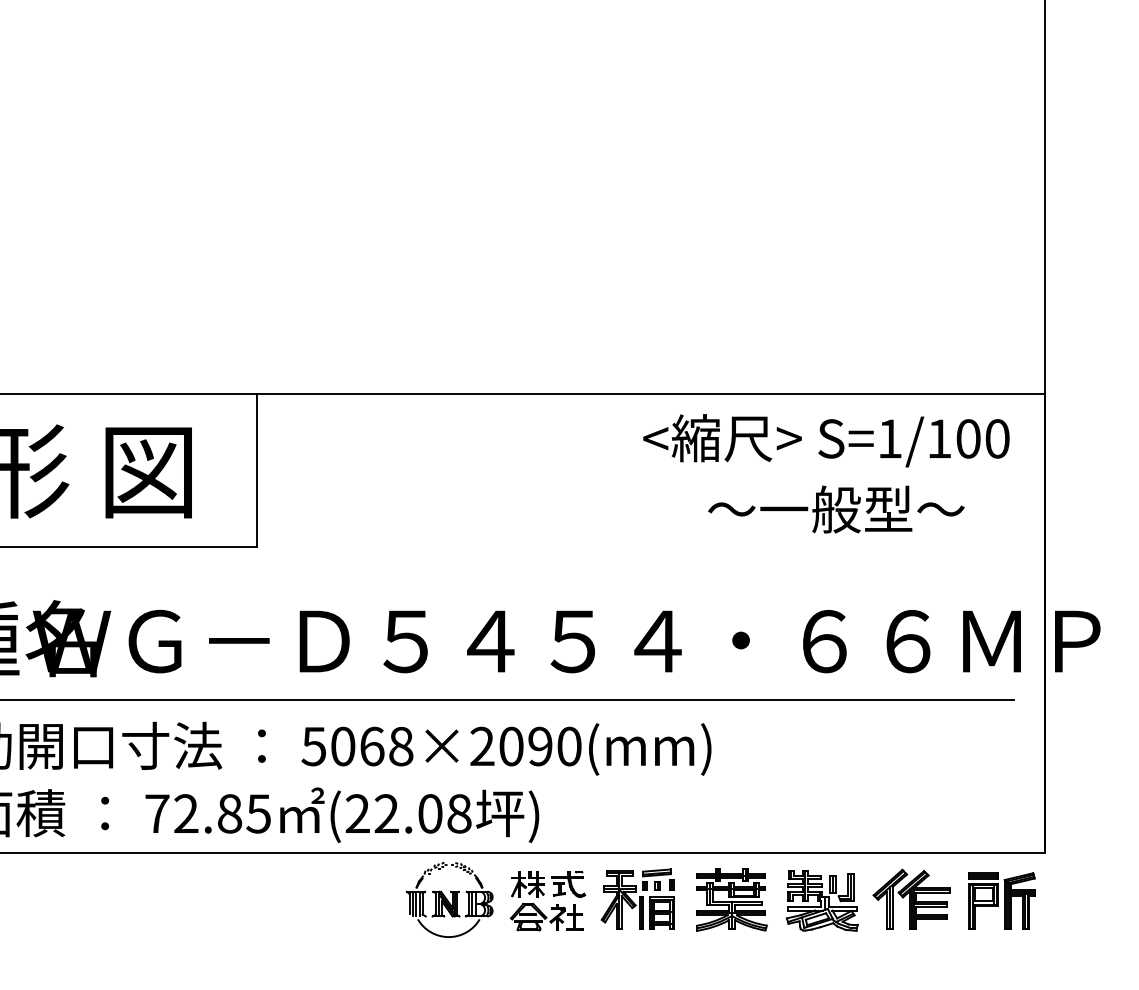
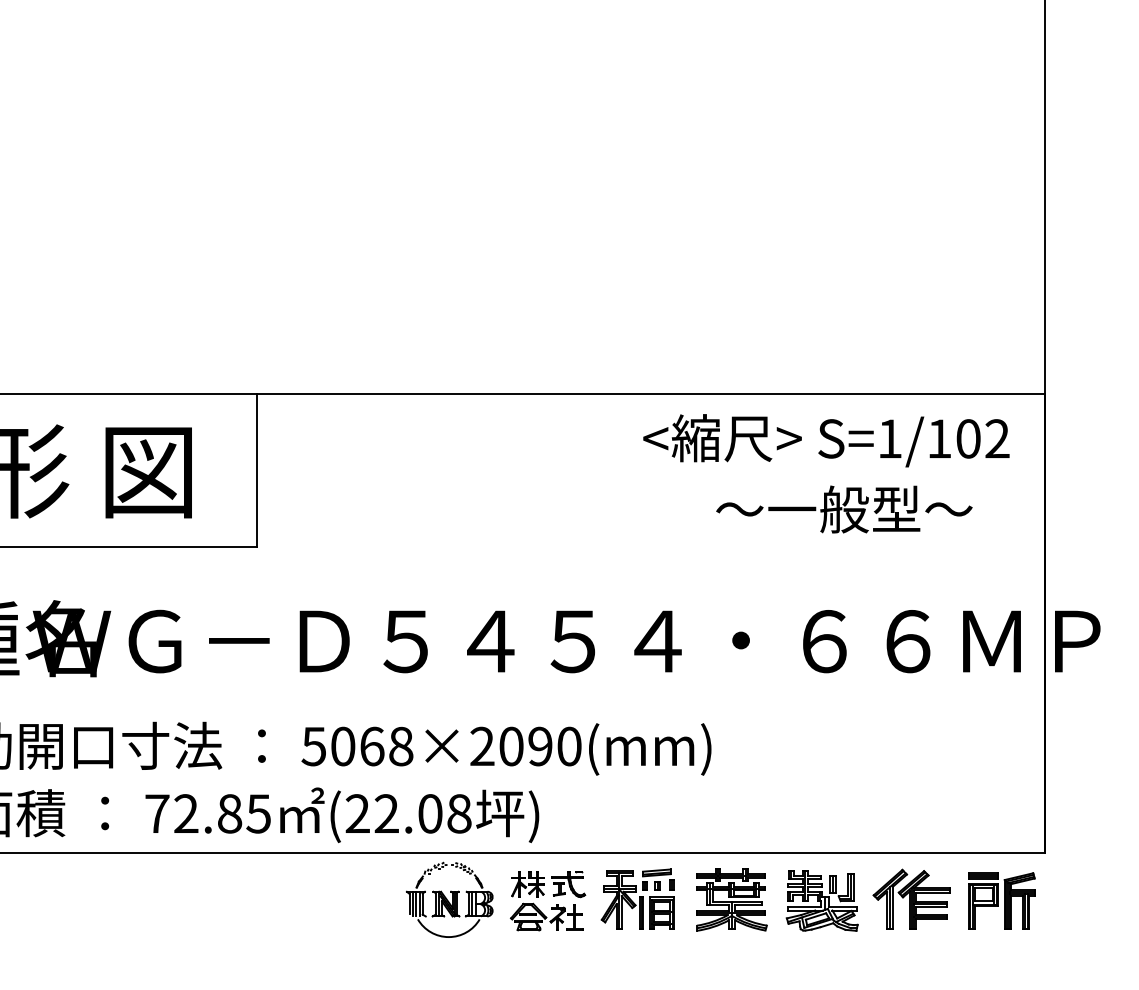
text at (997, 438): S=1/100 -> S=1/102
text at (836, 509) position: (836, 509) -> (844, 509)
line at (508, 700): present -> none
